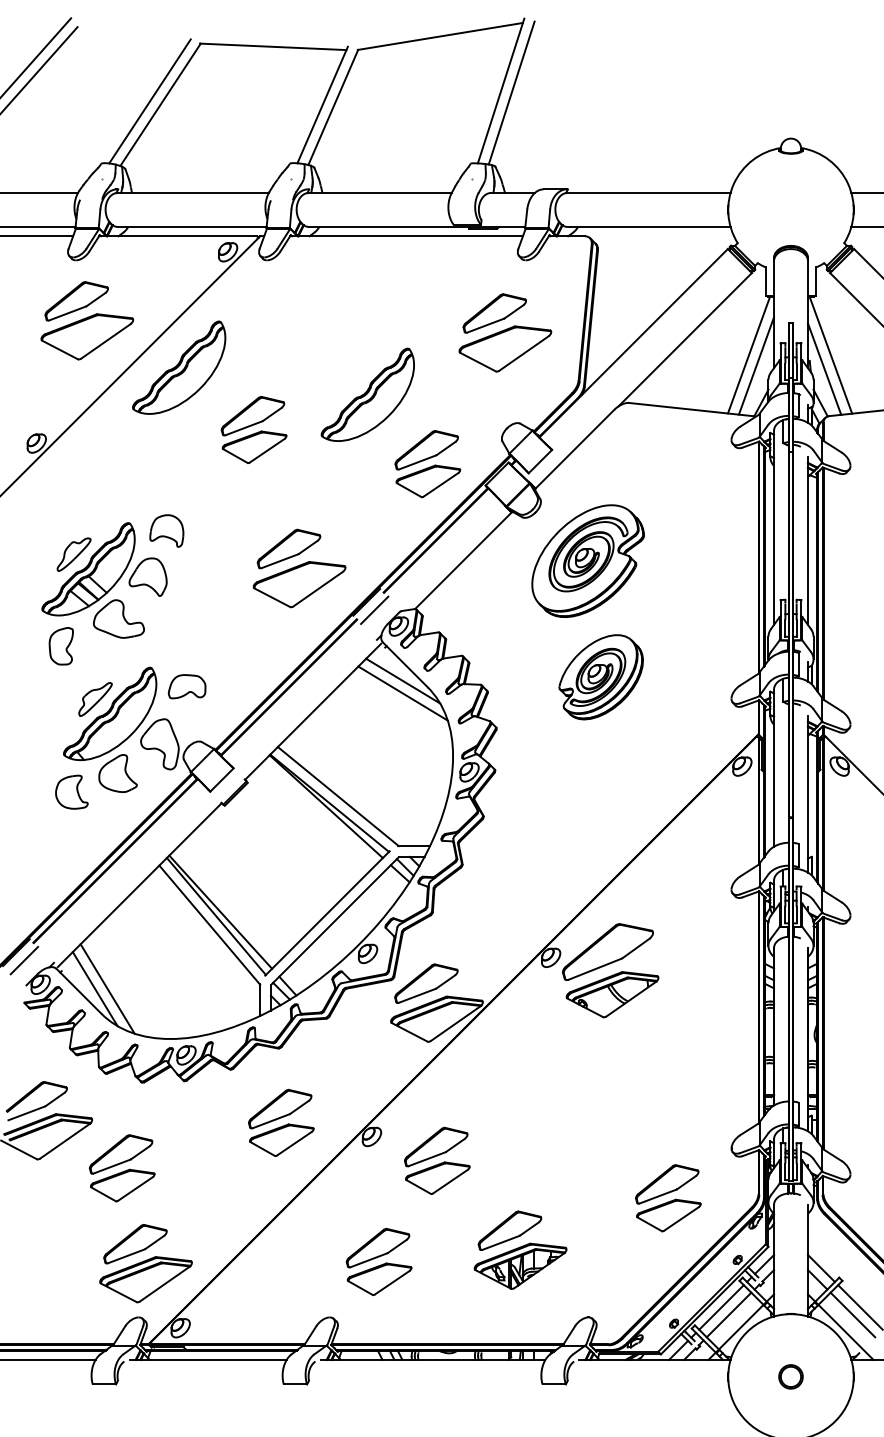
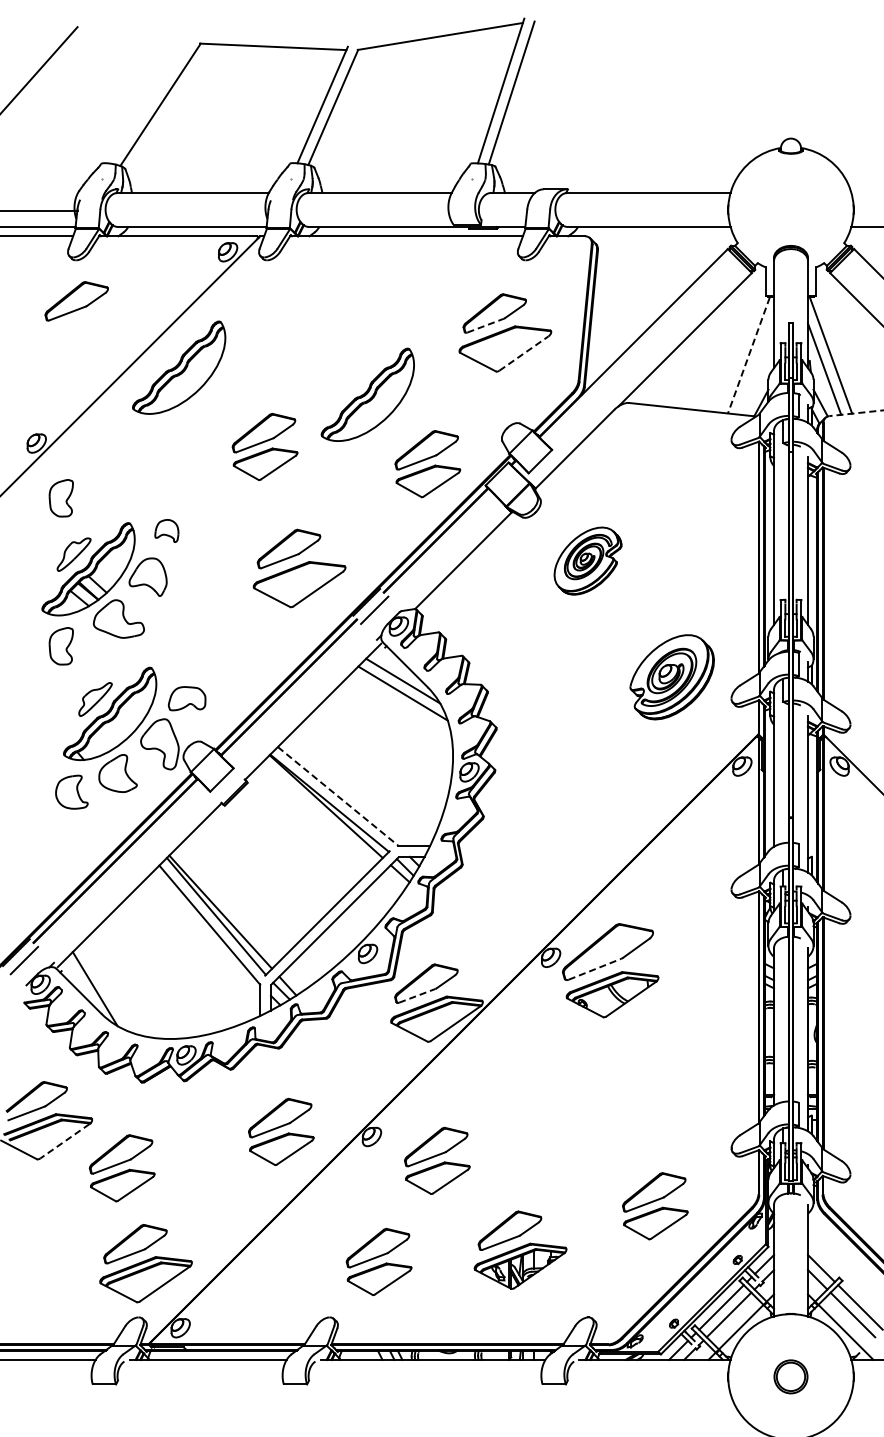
line at (36, 57): present -> none
line at (149, 101): present -> none
line at (40, 192) position: (40, 192) -> (40, 210)
line at (865, 192): present -> none
line at (486, 325): solid -> dashed
part at (87, 336): present -> none
line at (524, 353): solid -> dashed
line at (748, 355): solid -> dashed
line at (756, 365): present -> none
line at (856, 413): solid -> dashed
part at (253, 429) position: (253, 429) -> (264, 446)
part at (60, 498): none -> present
part at (166, 530) size: 36x34 px -> 26x24 px
part at (587, 560) size: 114x114 px -> 70x70 px
part at (600, 677) position: (600, 677) -> (671, 677)
part at (186, 686) position: (186, 686) -> (186, 698)
line at (338, 796): solid -> dashed
line at (595, 969): solid -> dashed
line at (107, 988): present -> none
line at (417, 995): solid -> dashed
part at (281, 1122) position: (281, 1122) -> (281, 1131)
line at (64, 1141): solid -> dashed
part at (668, 1198) position: (668, 1198) -> (655, 1206)
circle at (790, 1376) size: 26x26 px -> 36x36 px
